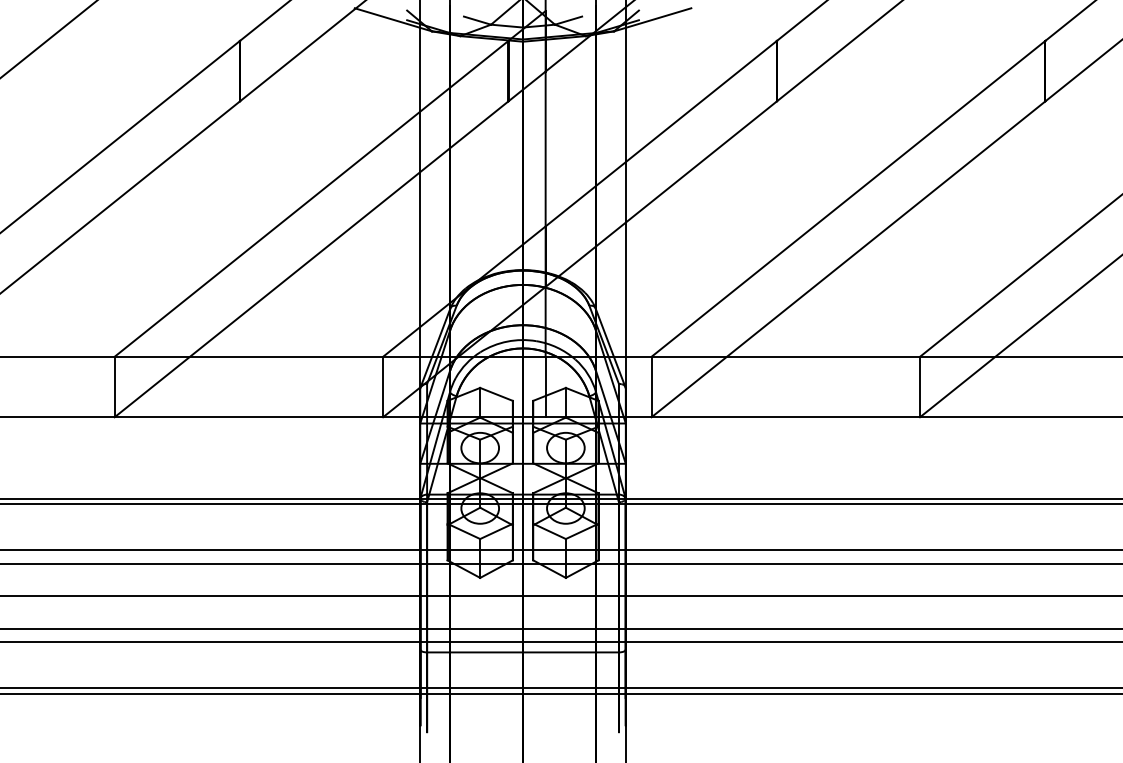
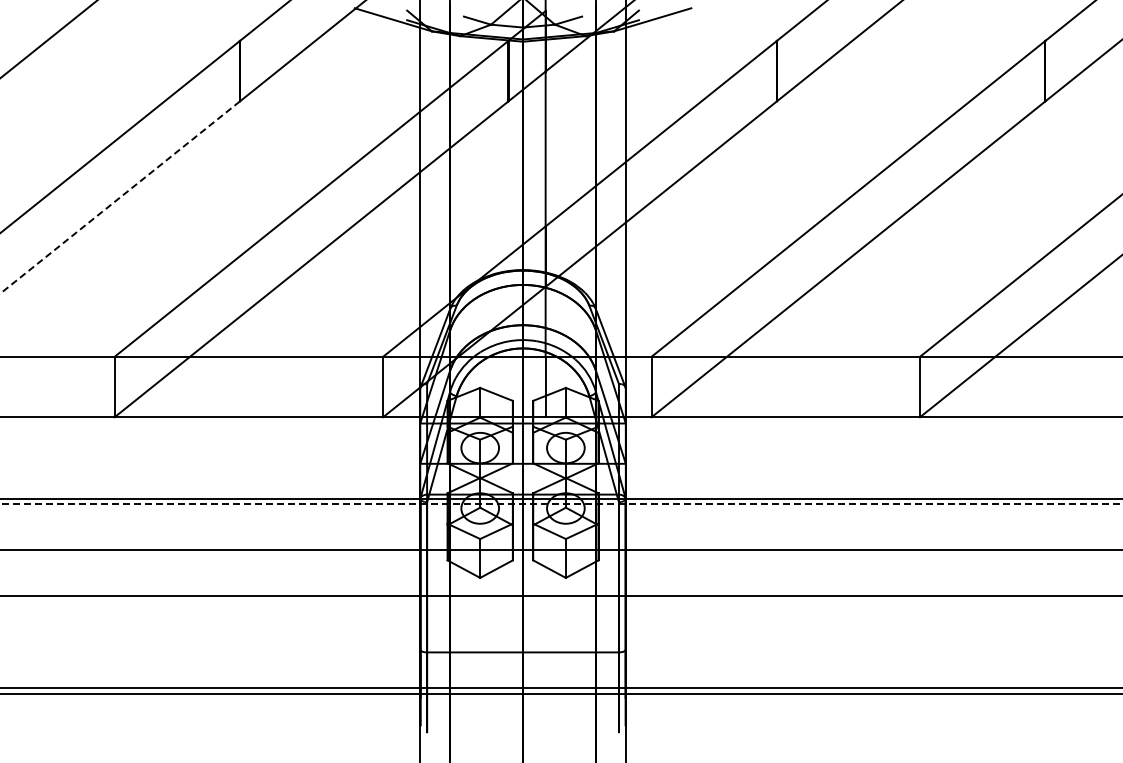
line at (119, 197): solid -> dashed
line at (562, 504): solid -> dashed
line at (560, 563): present -> none
line at (560, 628): present -> none
line at (560, 642): present -> none
